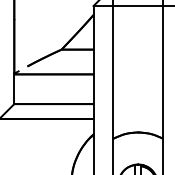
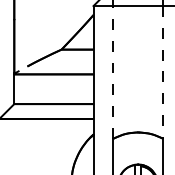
line at (113, 71): solid -> dashed
line at (162, 72): solid -> dashed
